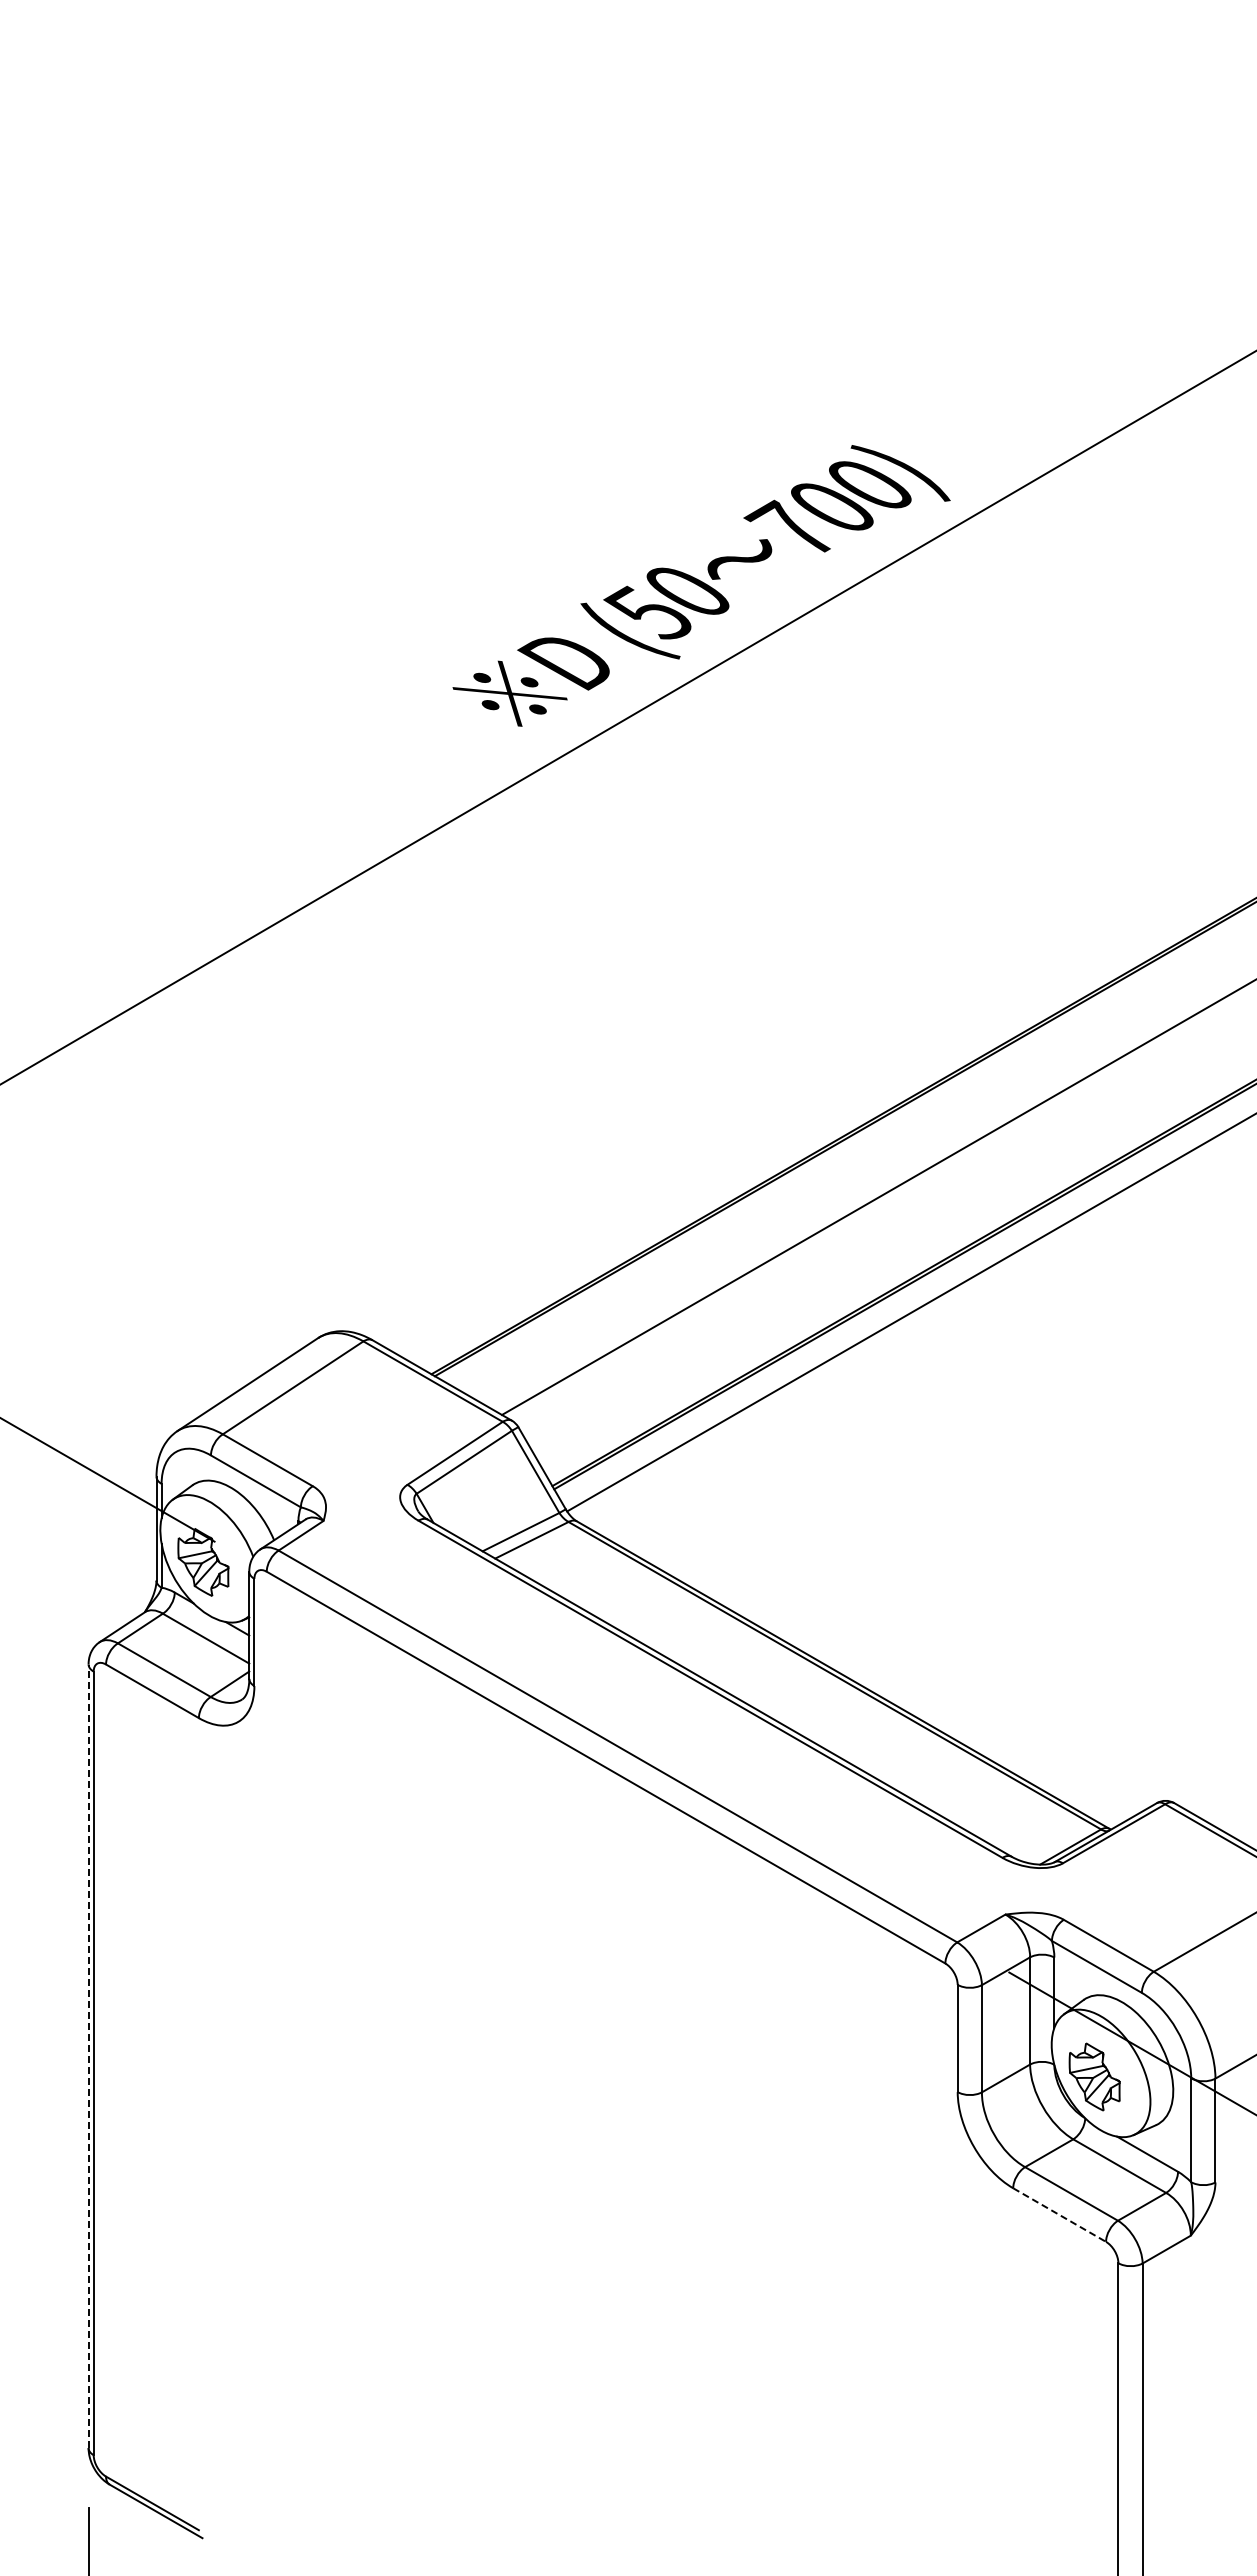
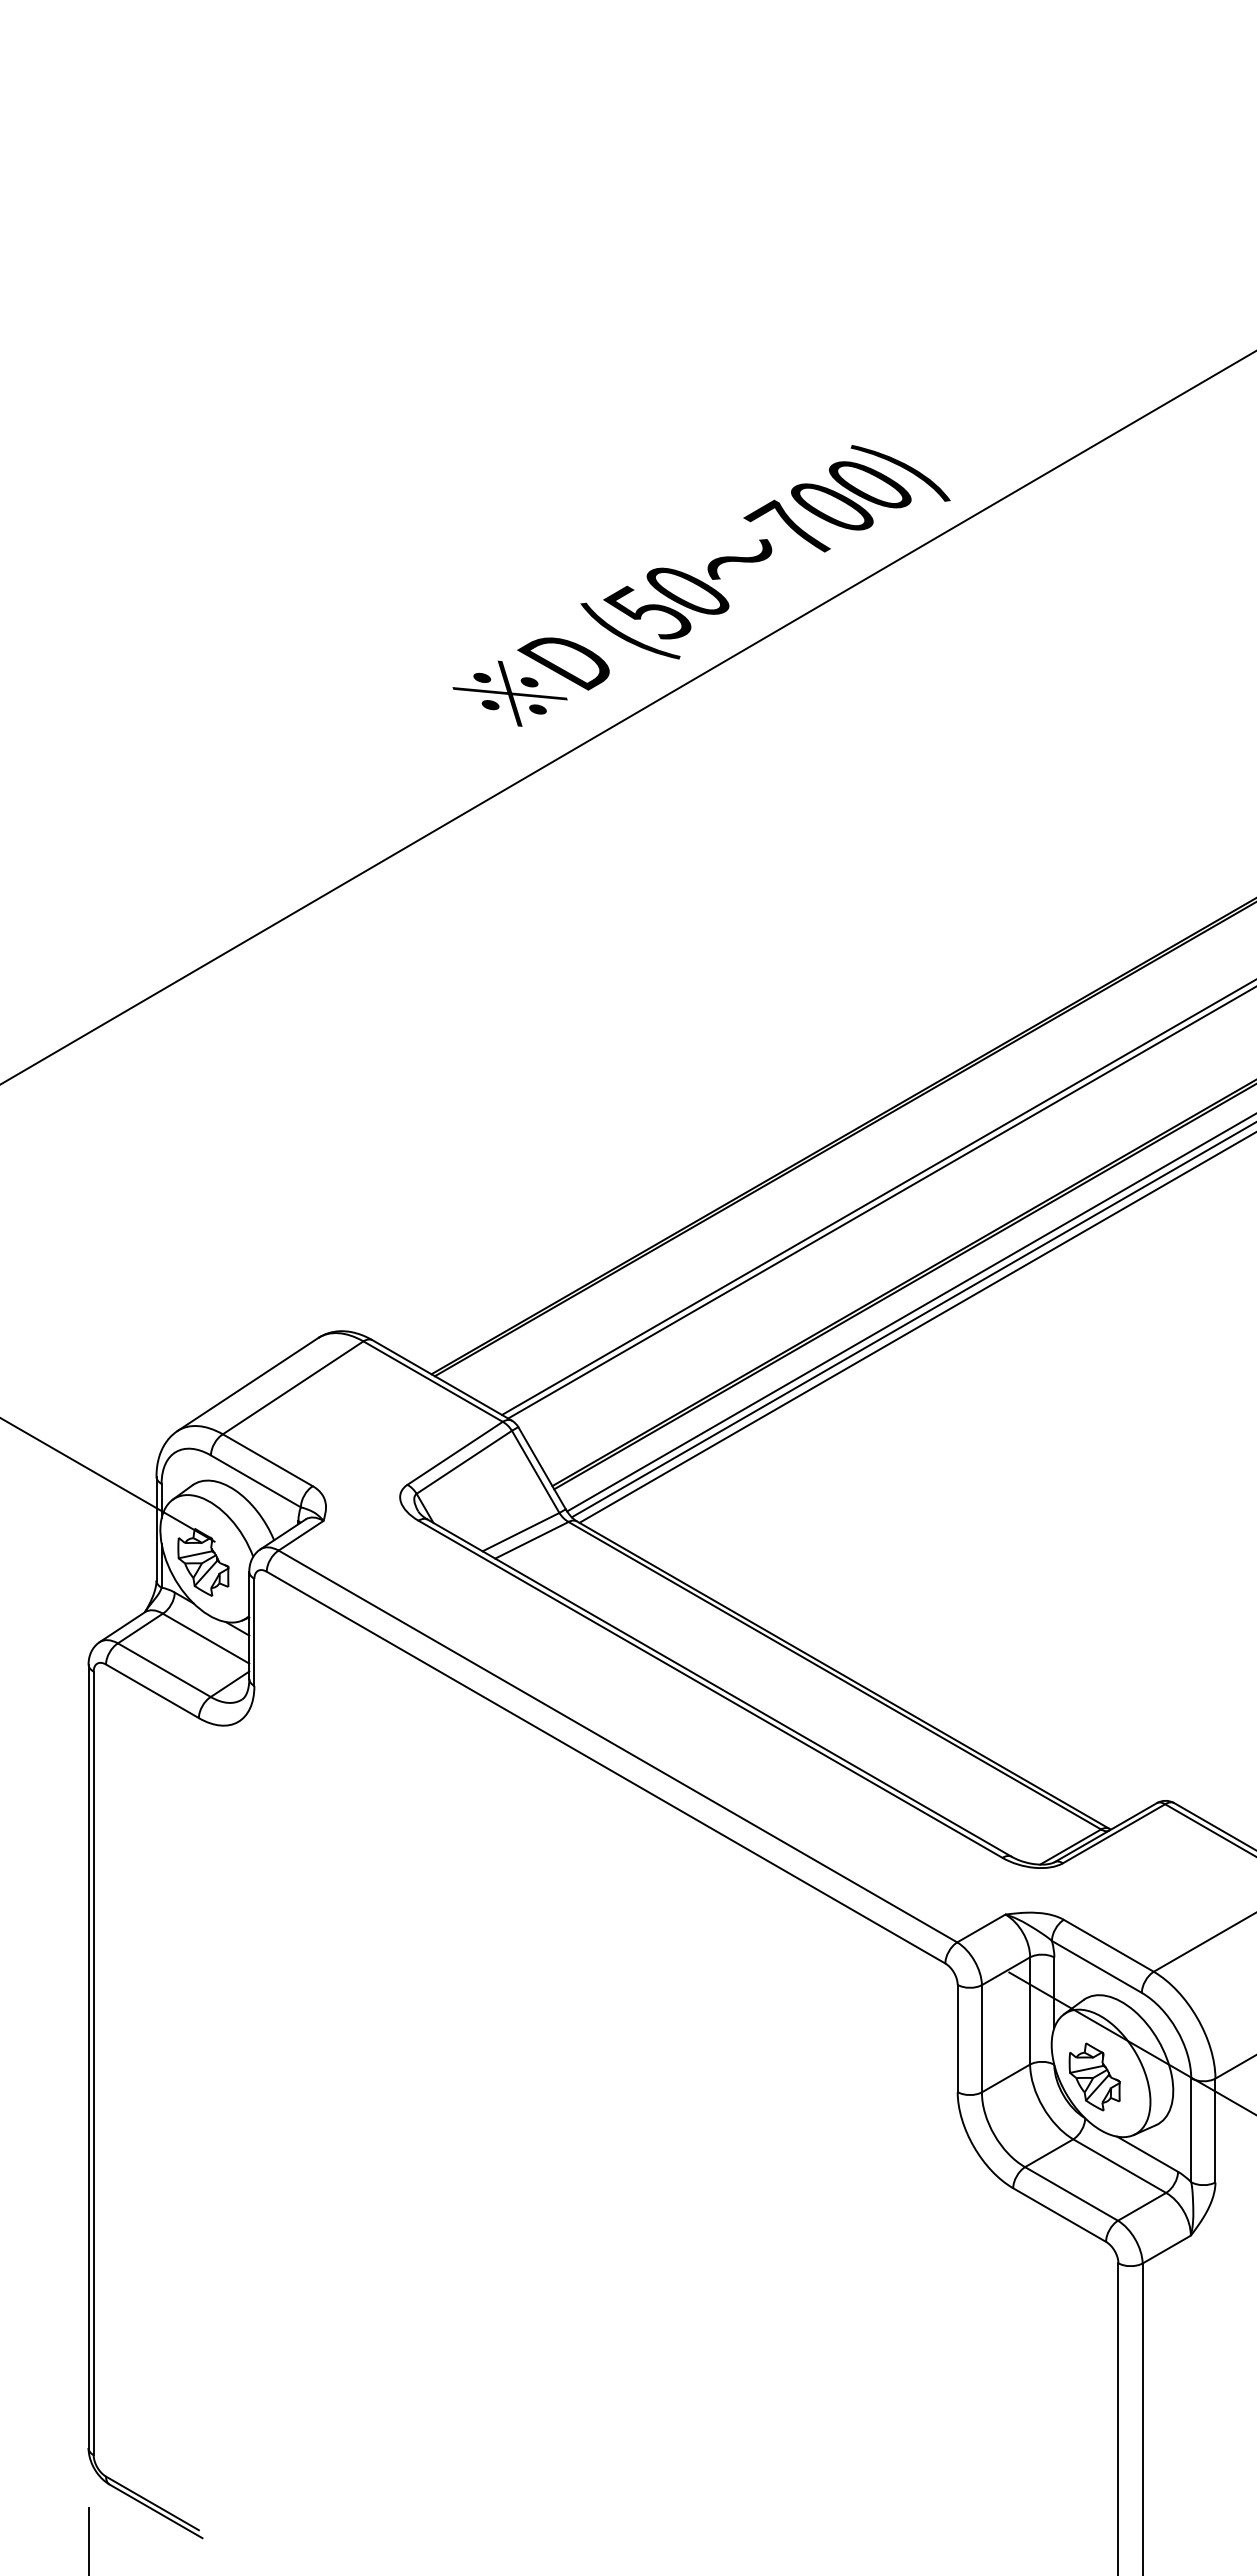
line at (880, 1203): none -> present
line at (912, 1320): none -> present
line at (916, 1327): none -> present
line at (88, 2056): dashed -> solid
line at (1059, 2215): dashed -> solid
